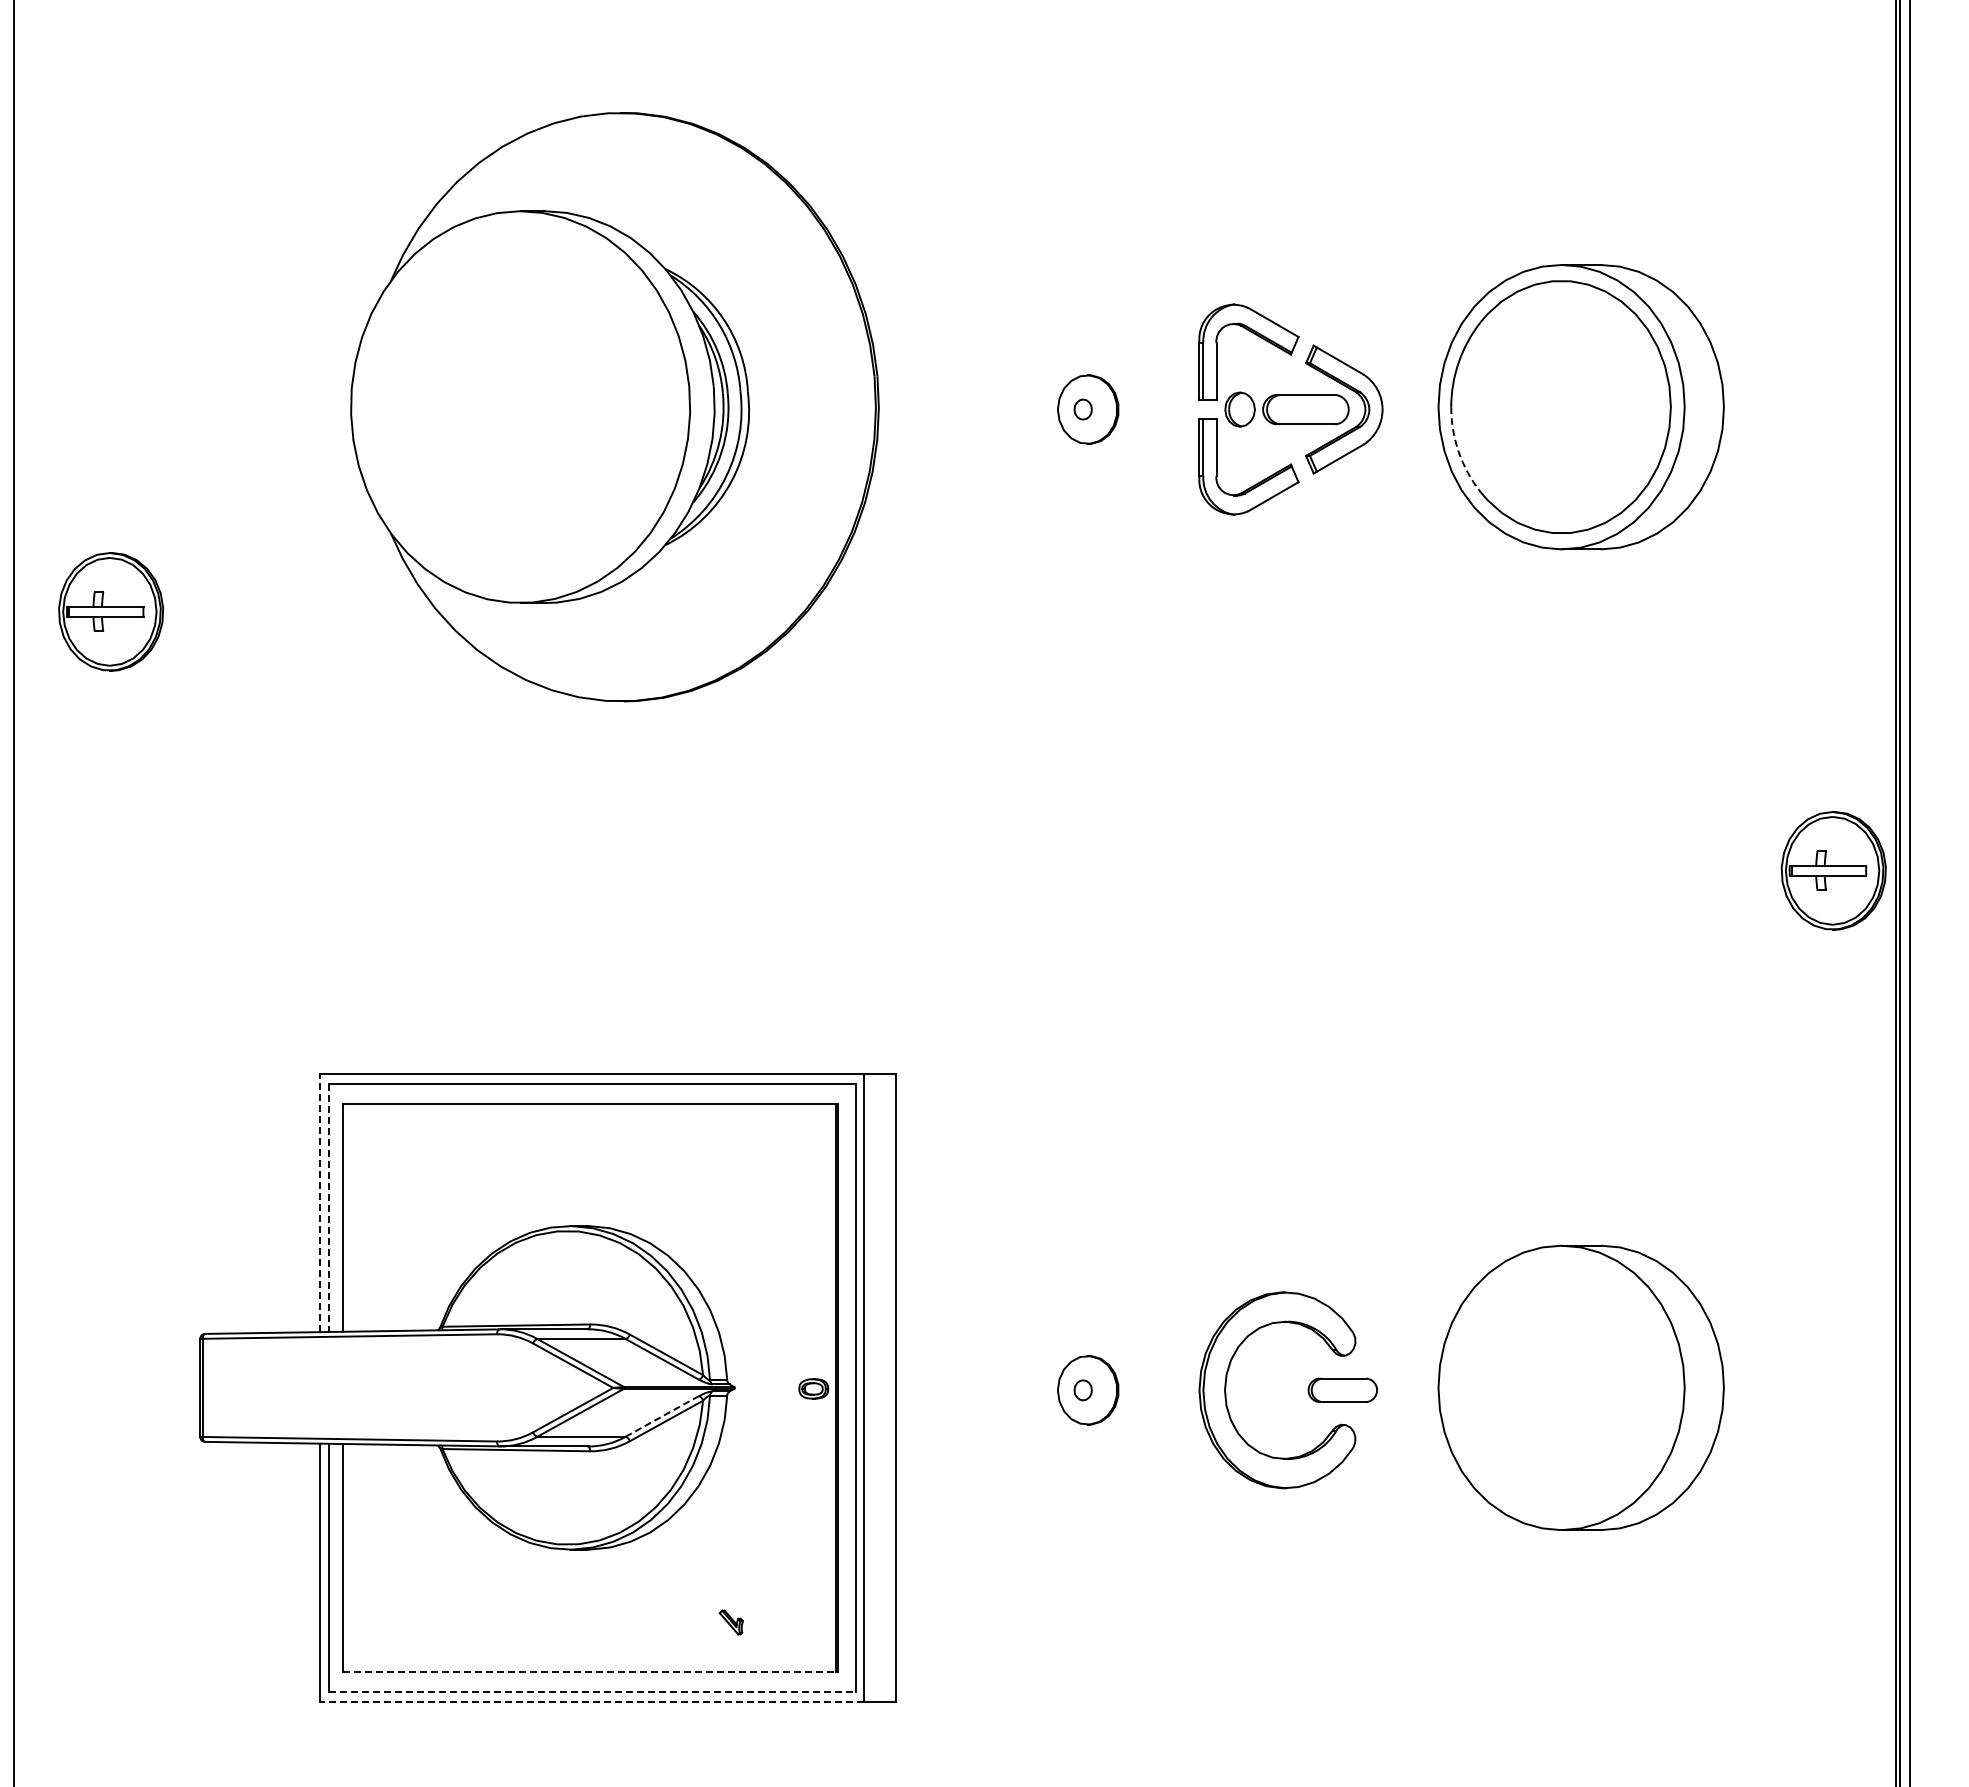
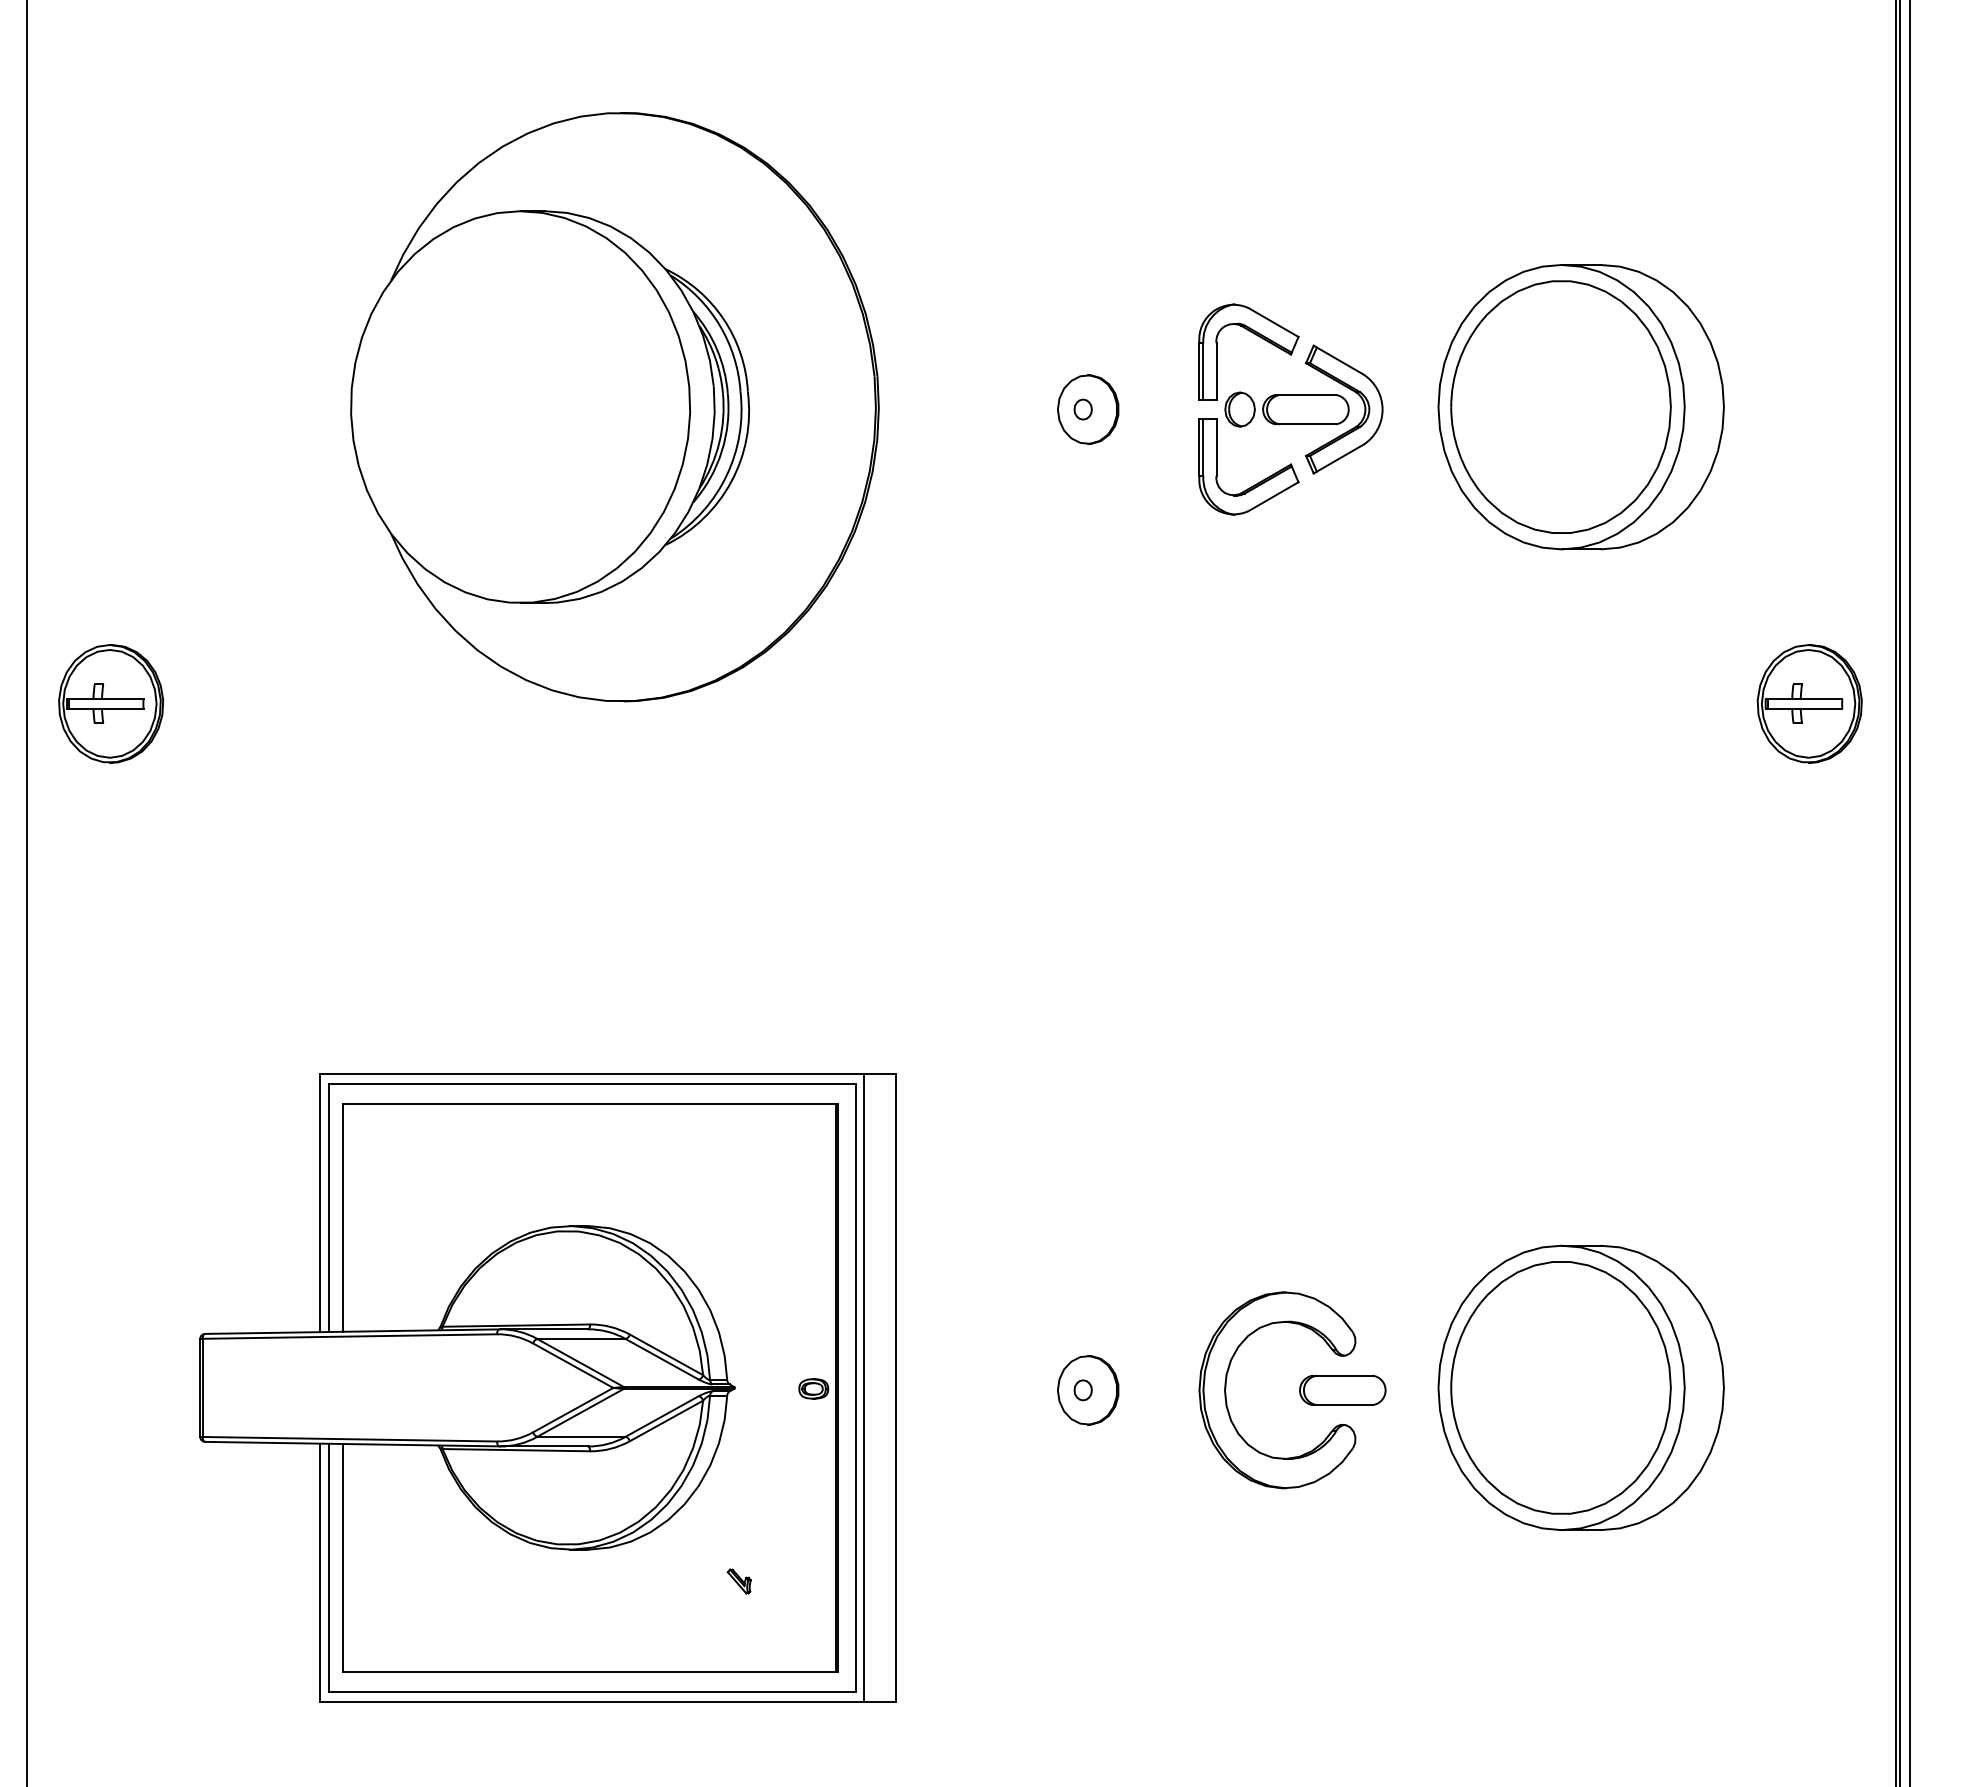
arc at (1458, 452): dashed -> solid
part at (111, 611) position: (111, 611) -> (111, 703)
part at (1833, 870) position: (1833, 870) -> (1809, 703)
line at (14, 892) position: (14, 892) -> (27, 892)
line at (320, 1202): dashed -> solid
line at (328, 1208): dashed -> solid
part at (1560, 1387): none -> present
part at (1342, 1389) size: 71x26 px -> 88x32 px
line at (662, 1416): dashed -> solid
part at (730, 1622) position: (730, 1622) -> (738, 1581)
line at (590, 1672): dashed -> solid
line at (592, 1691): dashed -> solid
line at (592, 1701): dashed -> solid
